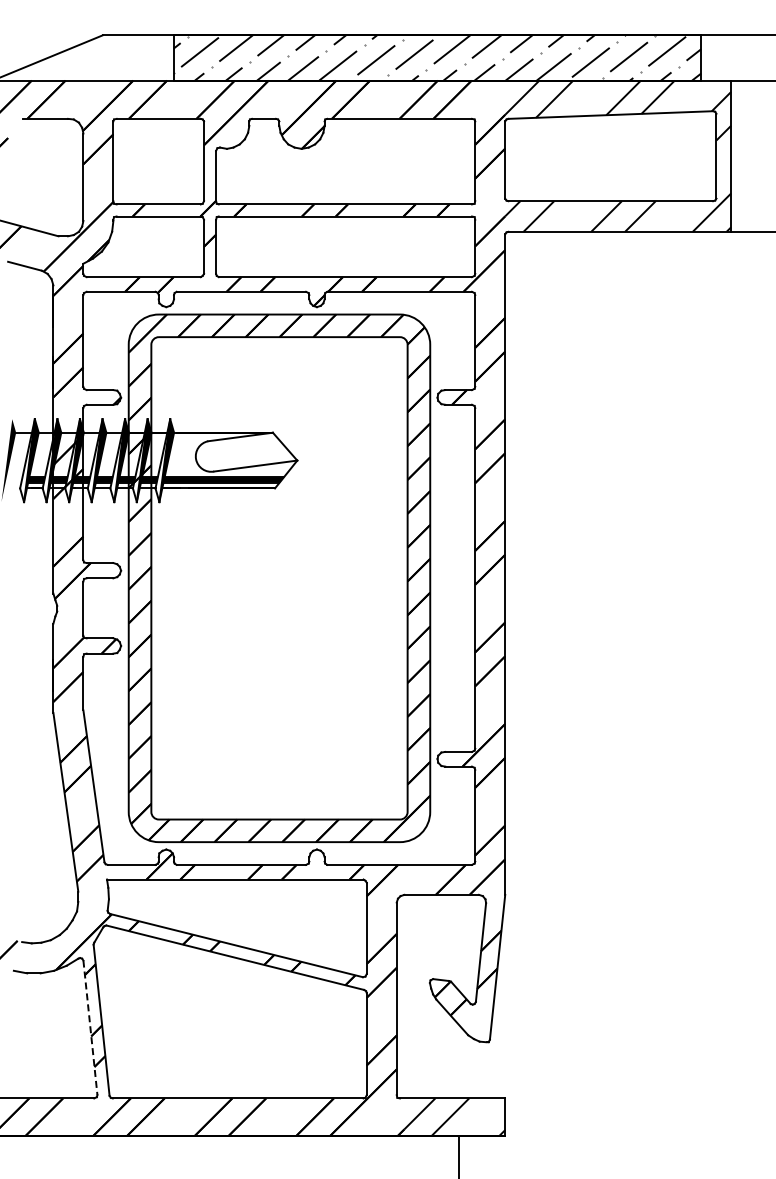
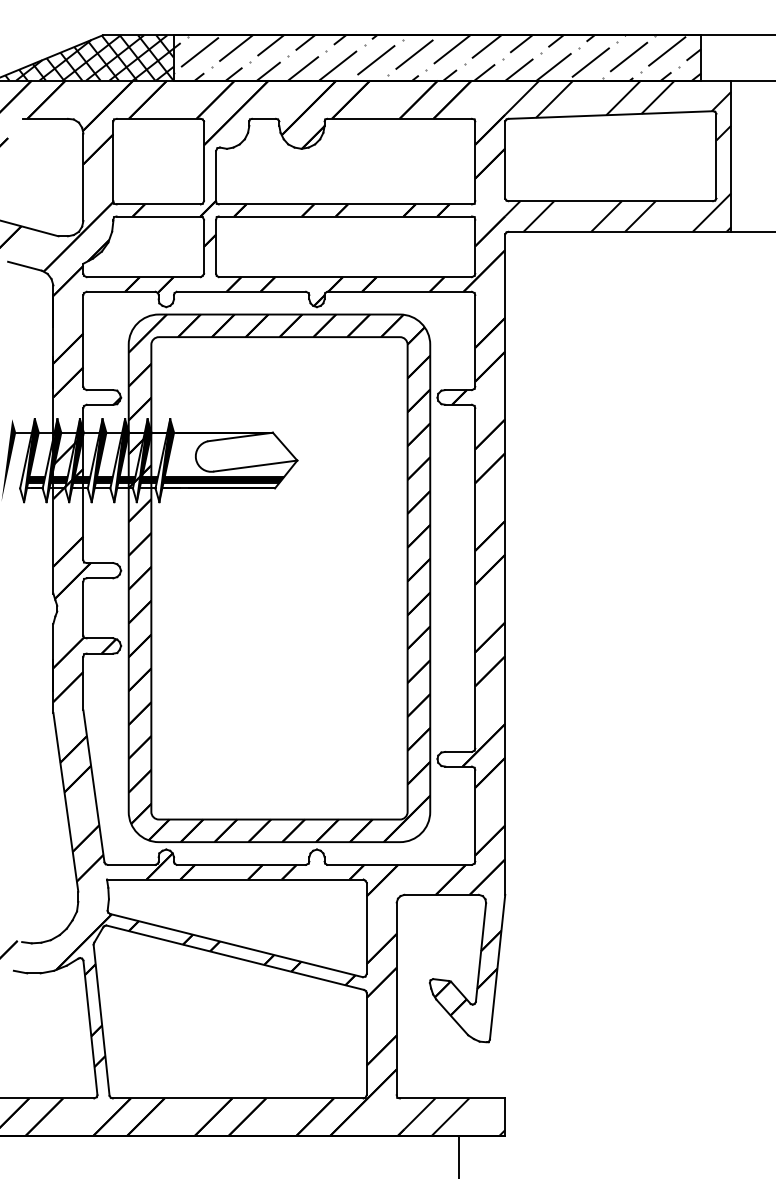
hatch at (89, 57): none -> present
line at (90, 1027): dashed -> solid
